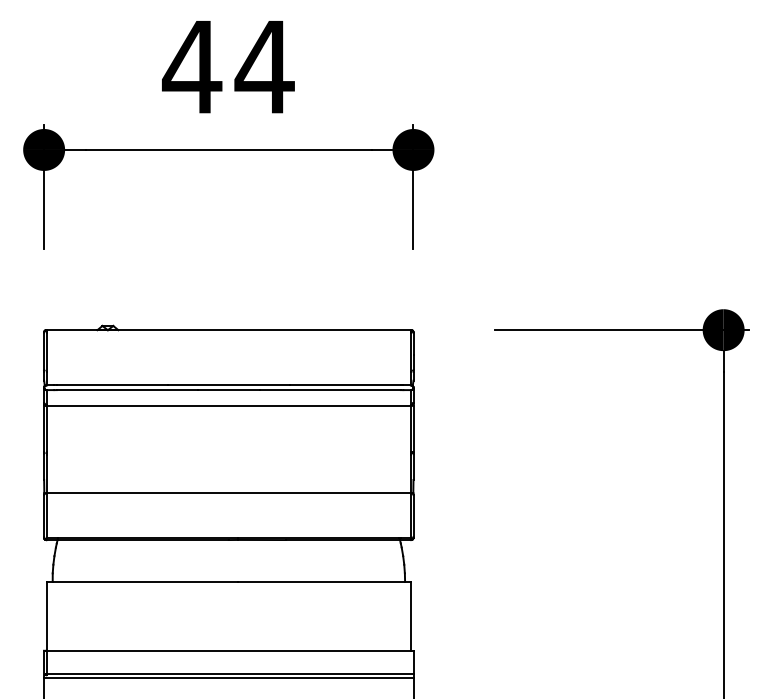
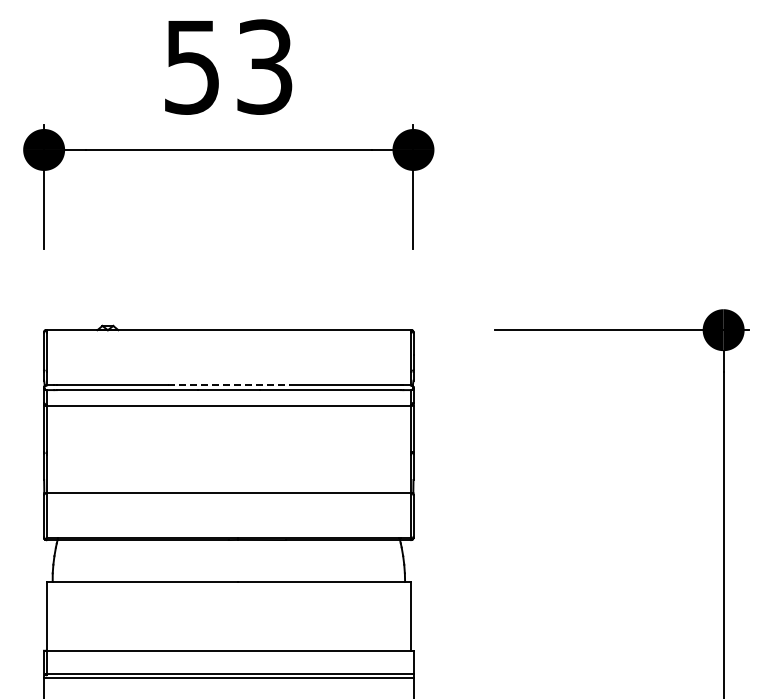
text at (227, 66): 44 -> 53
line at (228, 385): solid -> dashed
